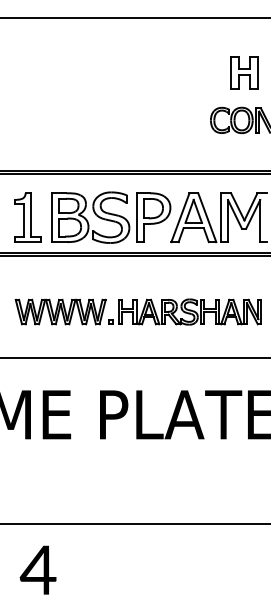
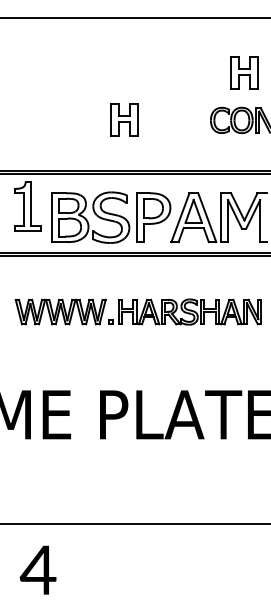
part at (124, 119): none -> present
part at (27, 217) position: (27, 217) -> (27, 206)
line at (134, 357): present -> none
